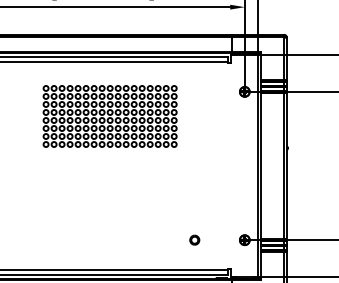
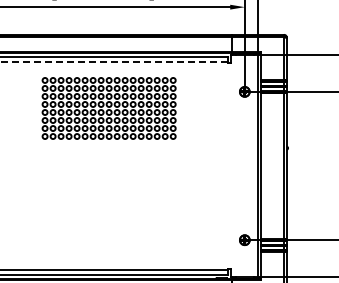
line at (114, 61): solid -> dashed
part at (109, 116) position: (109, 116) -> (108, 108)
part at (194, 239): present -> none
